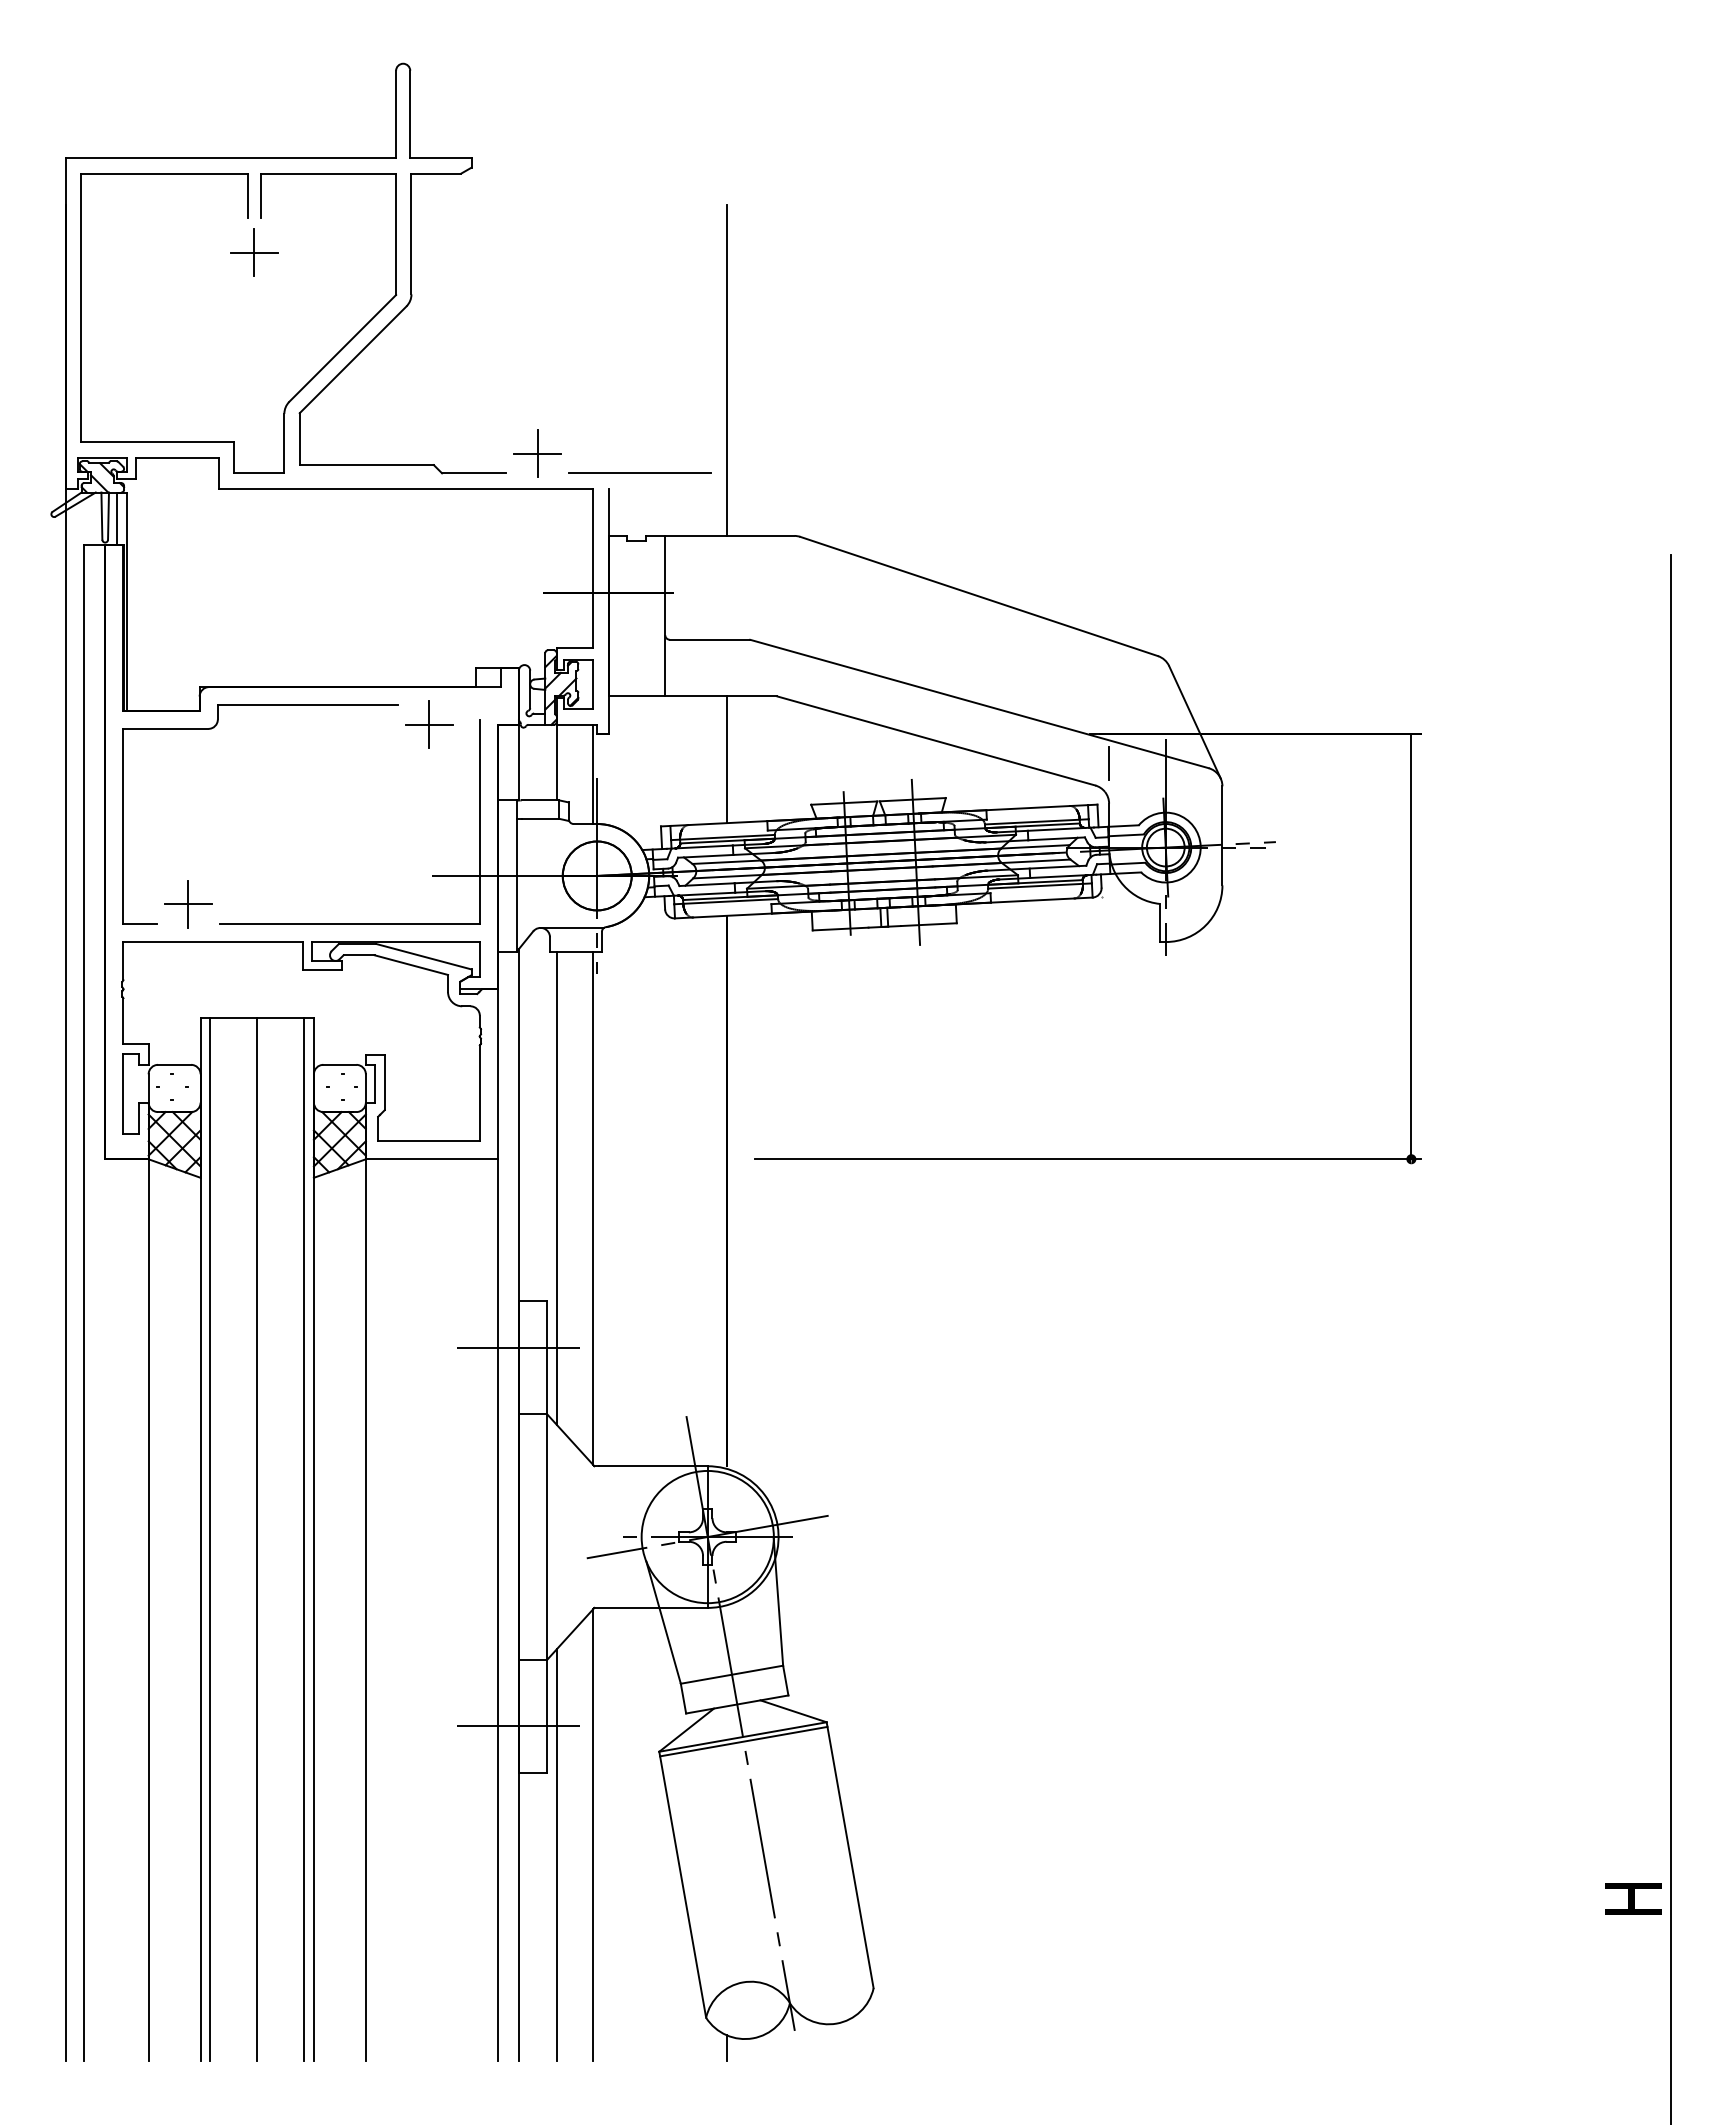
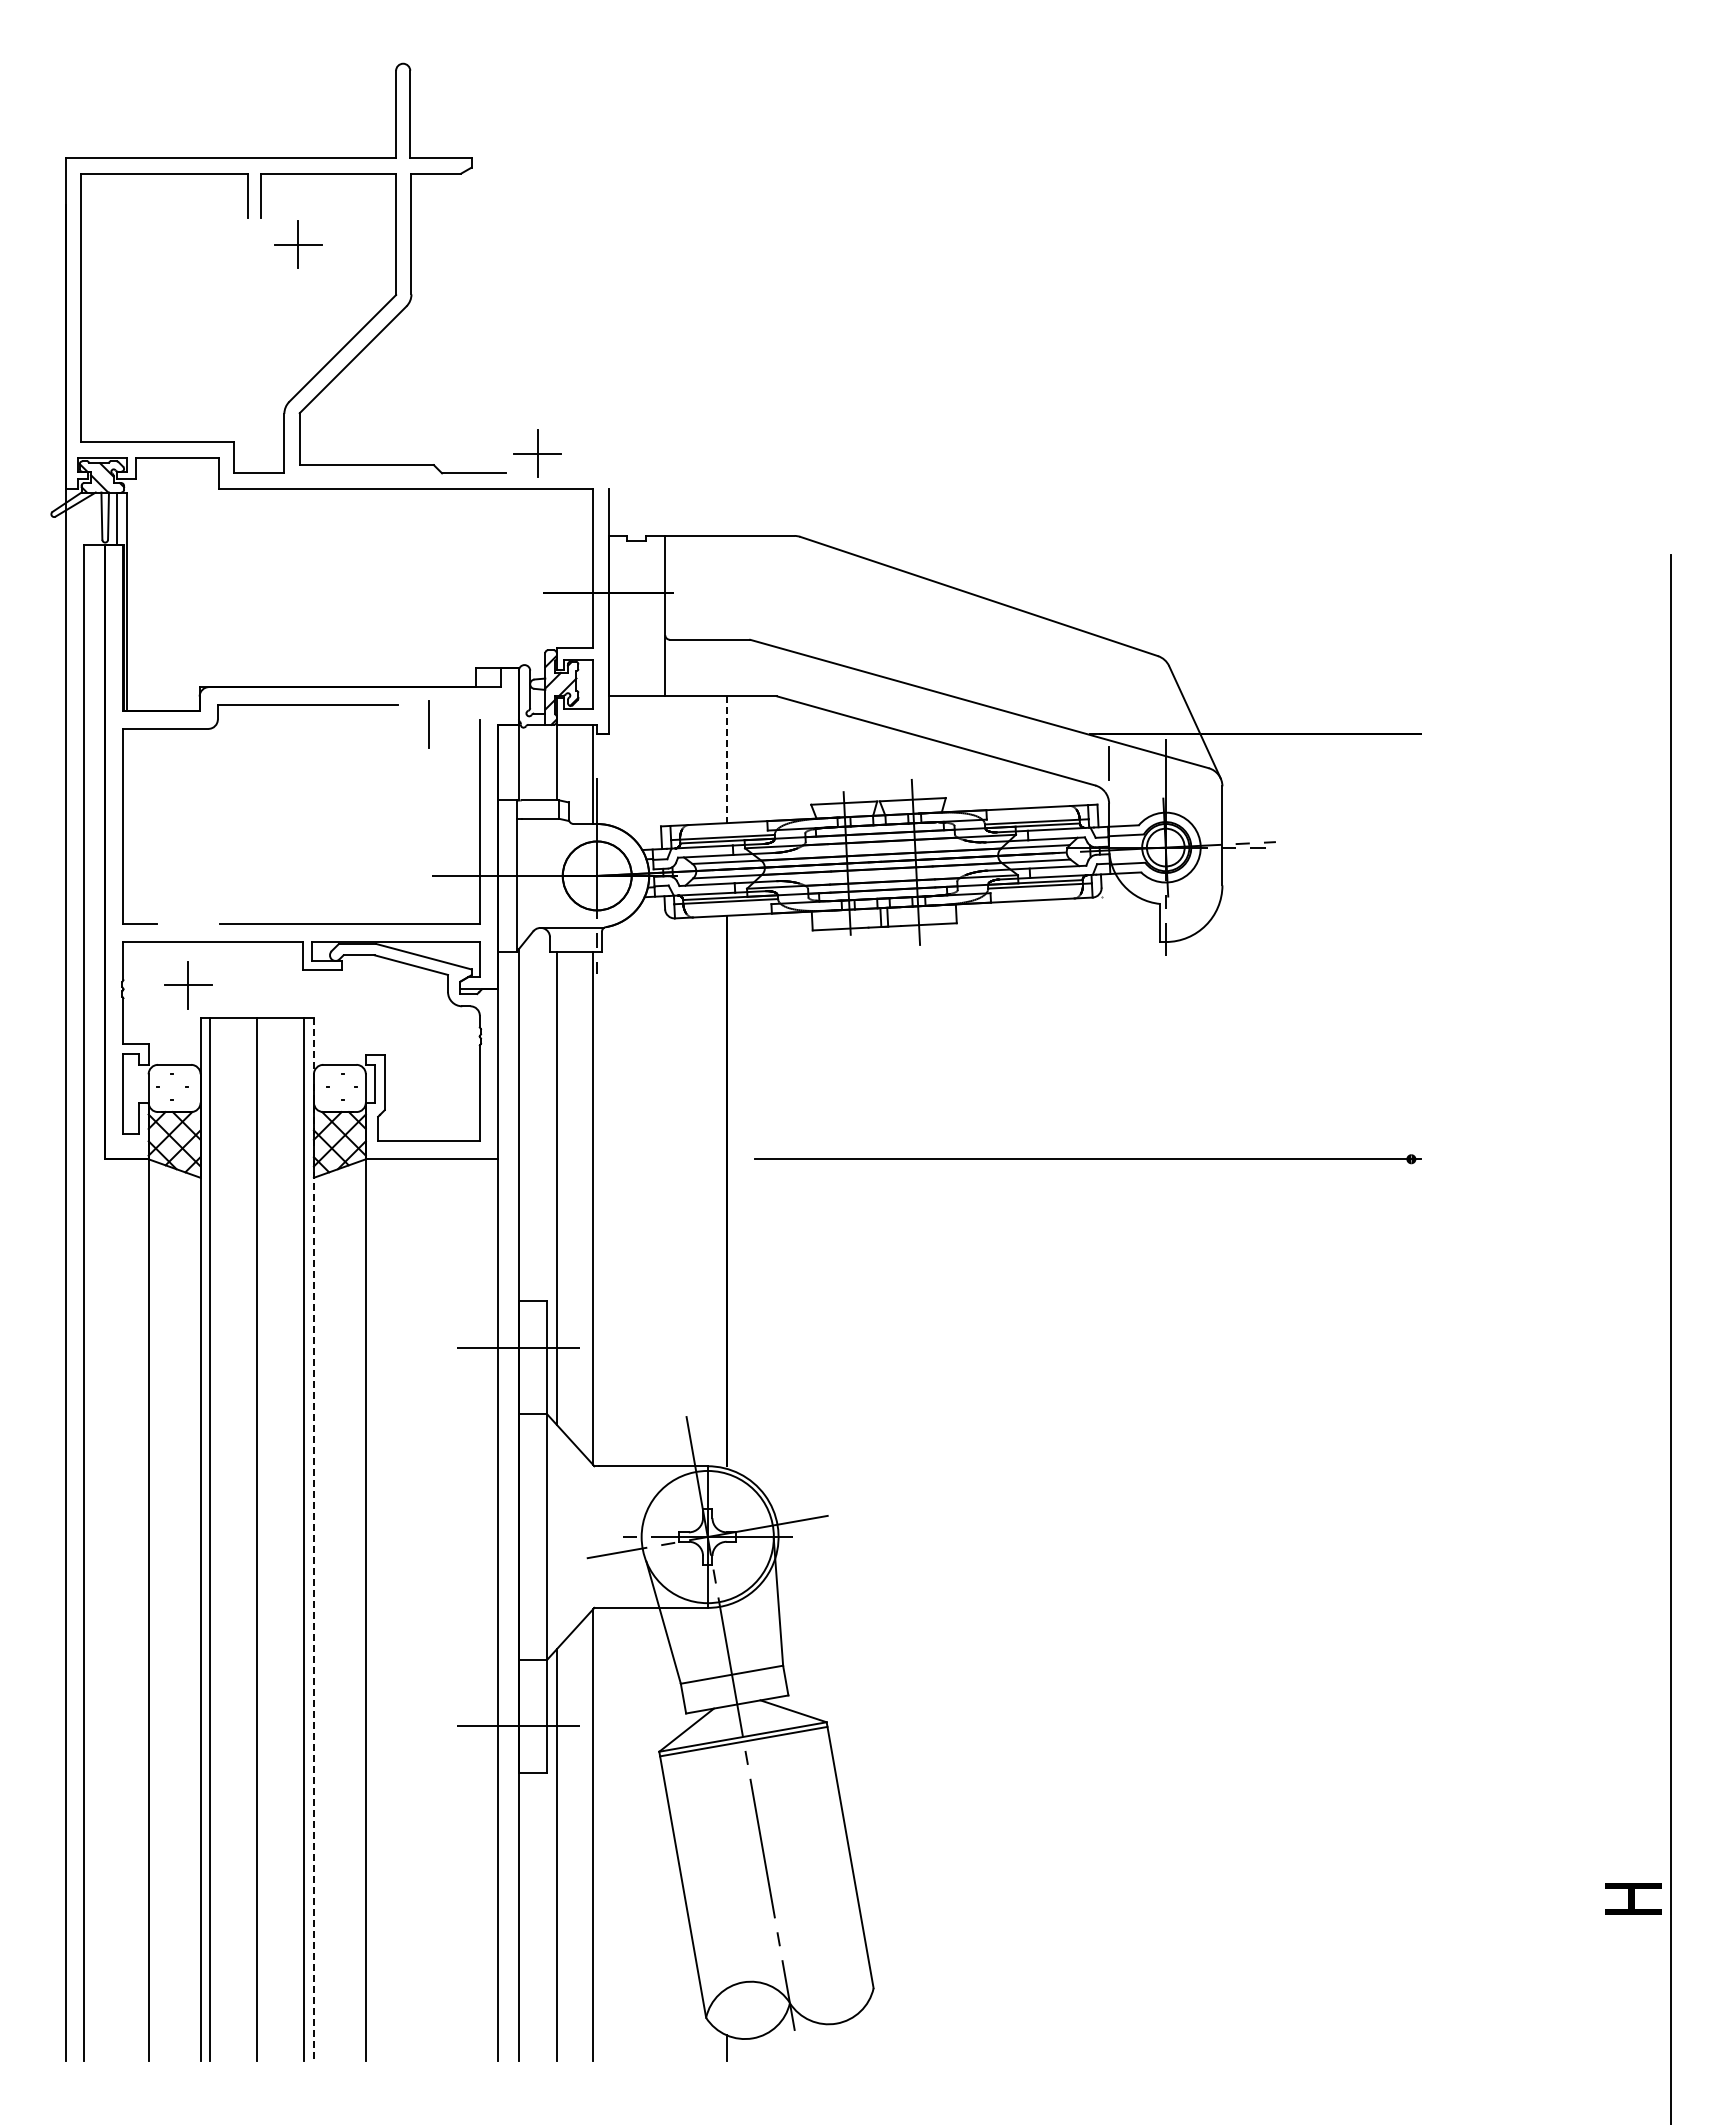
part at (254, 252) position: (254, 252) -> (298, 244)
line at (726, 370): present -> none
line at (640, 473): present -> none
line at (428, 724): present -> none
line at (726, 760): solid -> dashed
part at (188, 904) position: (188, 904) -> (188, 985)
line at (1411, 946): present -> none
line at (313, 1539): solid -> dashed
